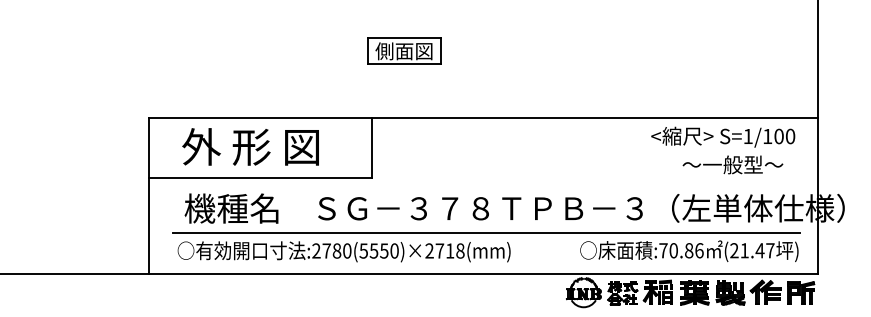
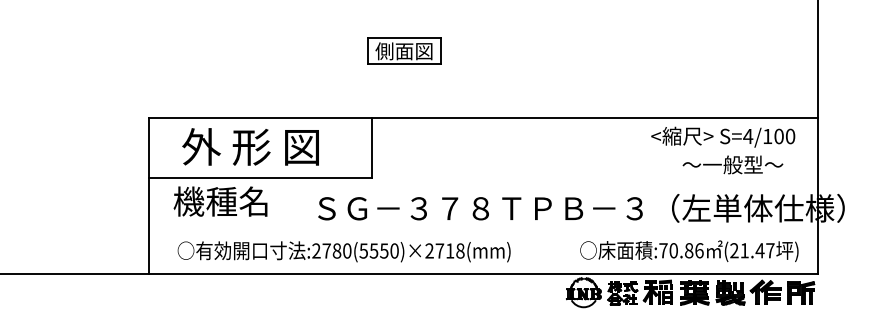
text at (748, 136): S=1/100 -> S=4/100
text at (231, 208) position: (231, 208) -> (220, 201)
line at (486, 232): present -> none
